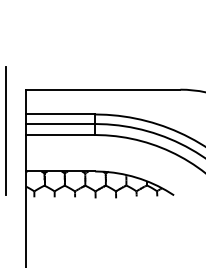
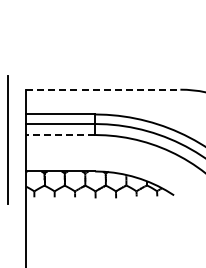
line at (103, 89): solid -> dashed
line at (5, 130) position: (5, 130) -> (7, 139)
line at (60, 135): solid -> dashed
